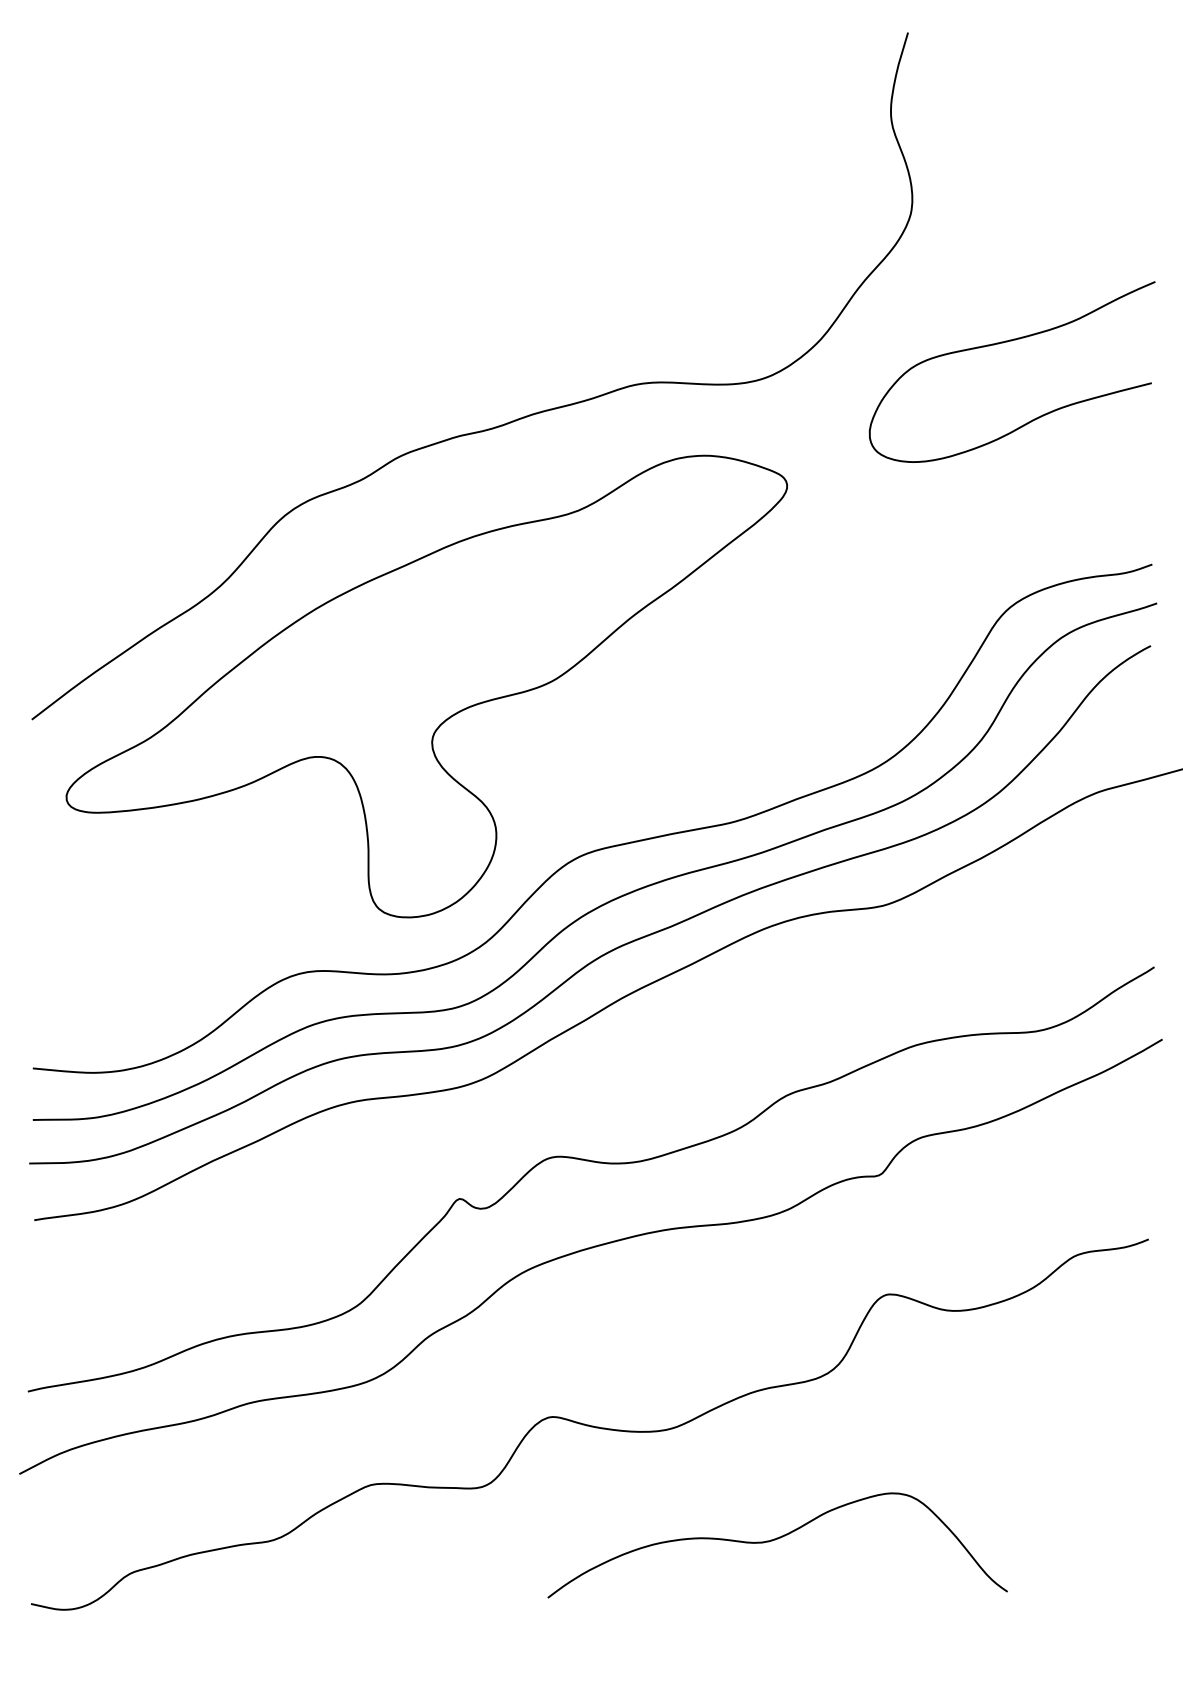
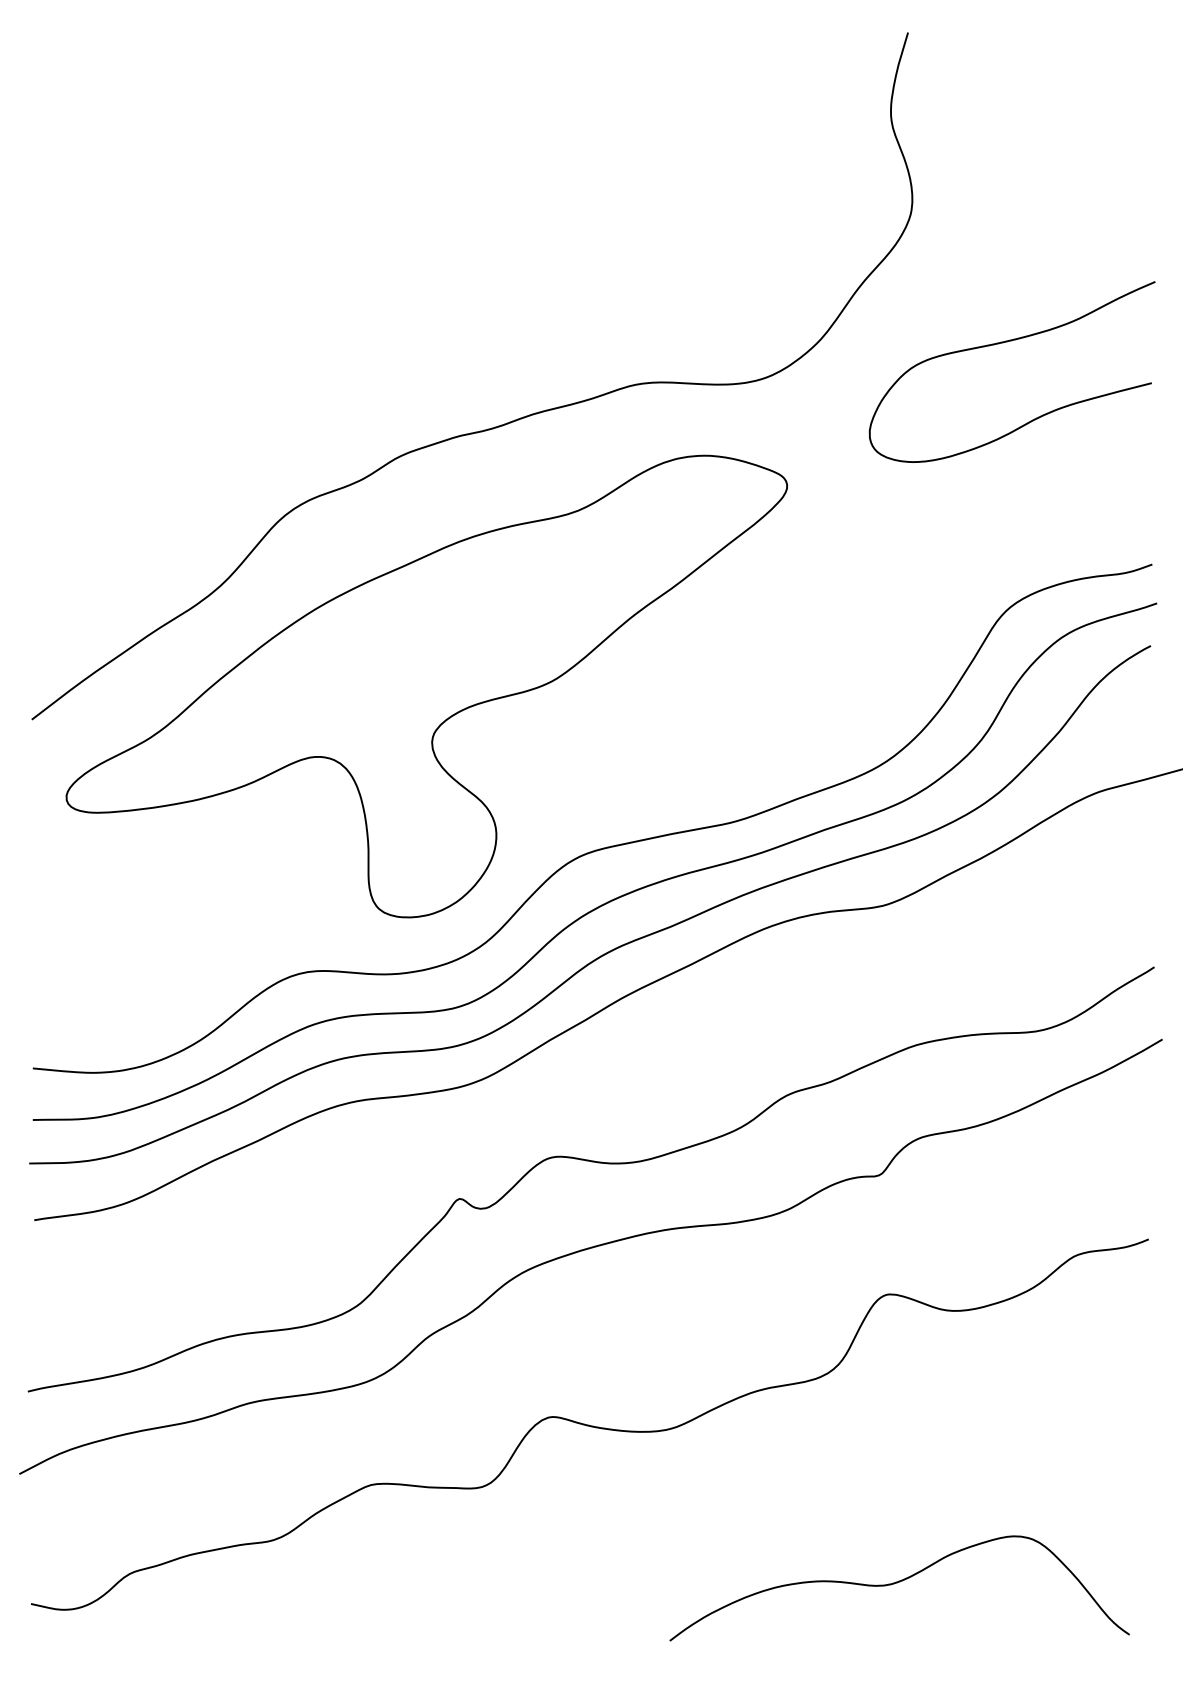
curve at (775, 1540) position: (775, 1540) -> (897, 1583)
